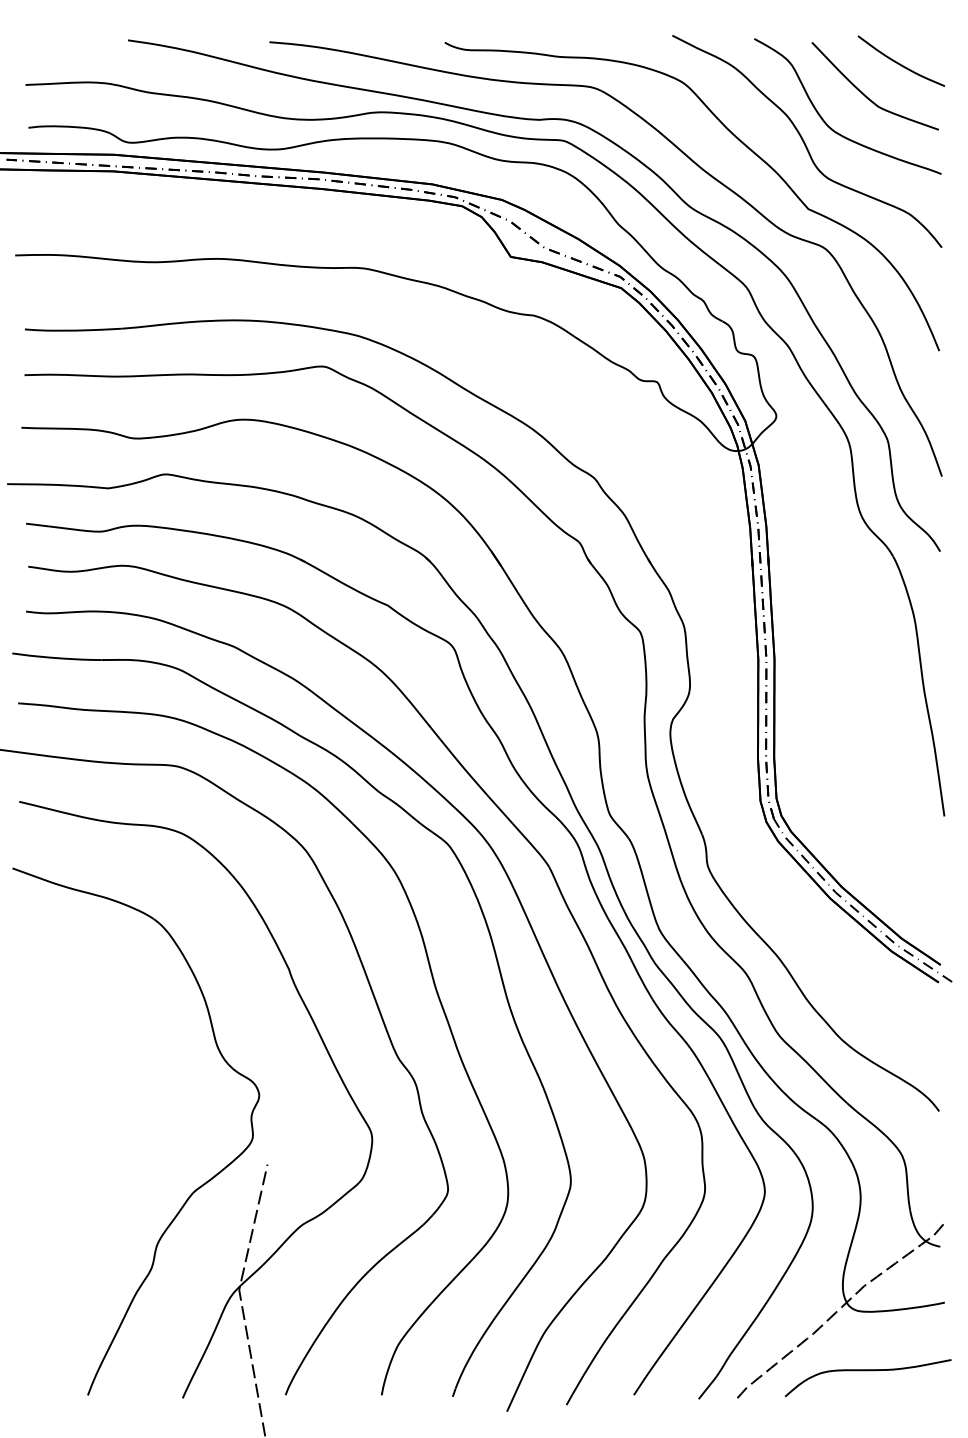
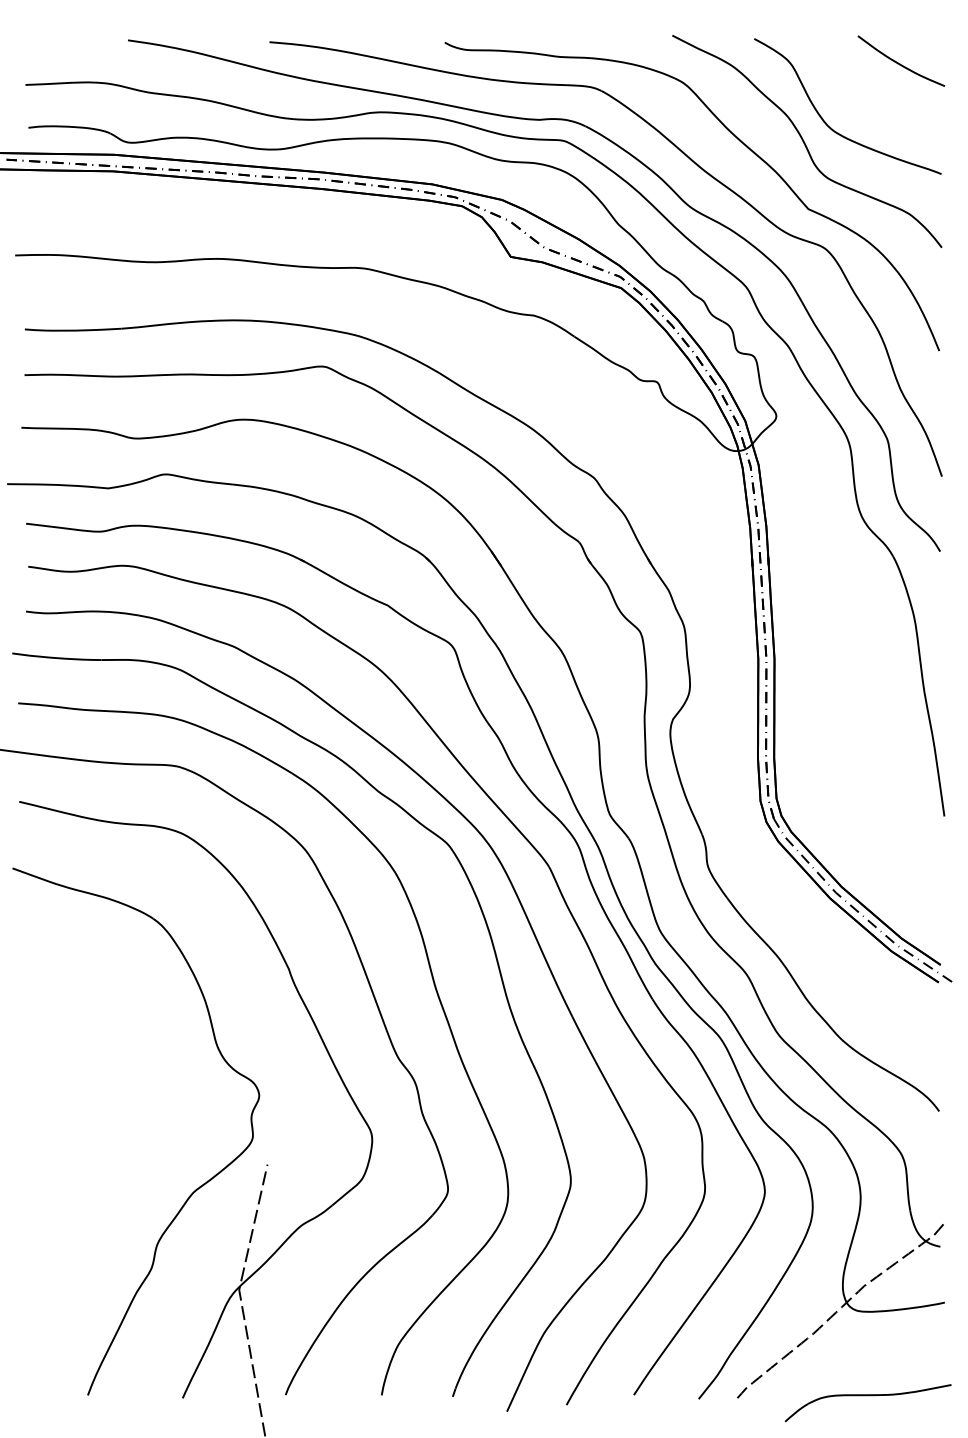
curve at (865, 94): present -> none
part at (867, 1371) position: (867, 1371) -> (867, 1396)
